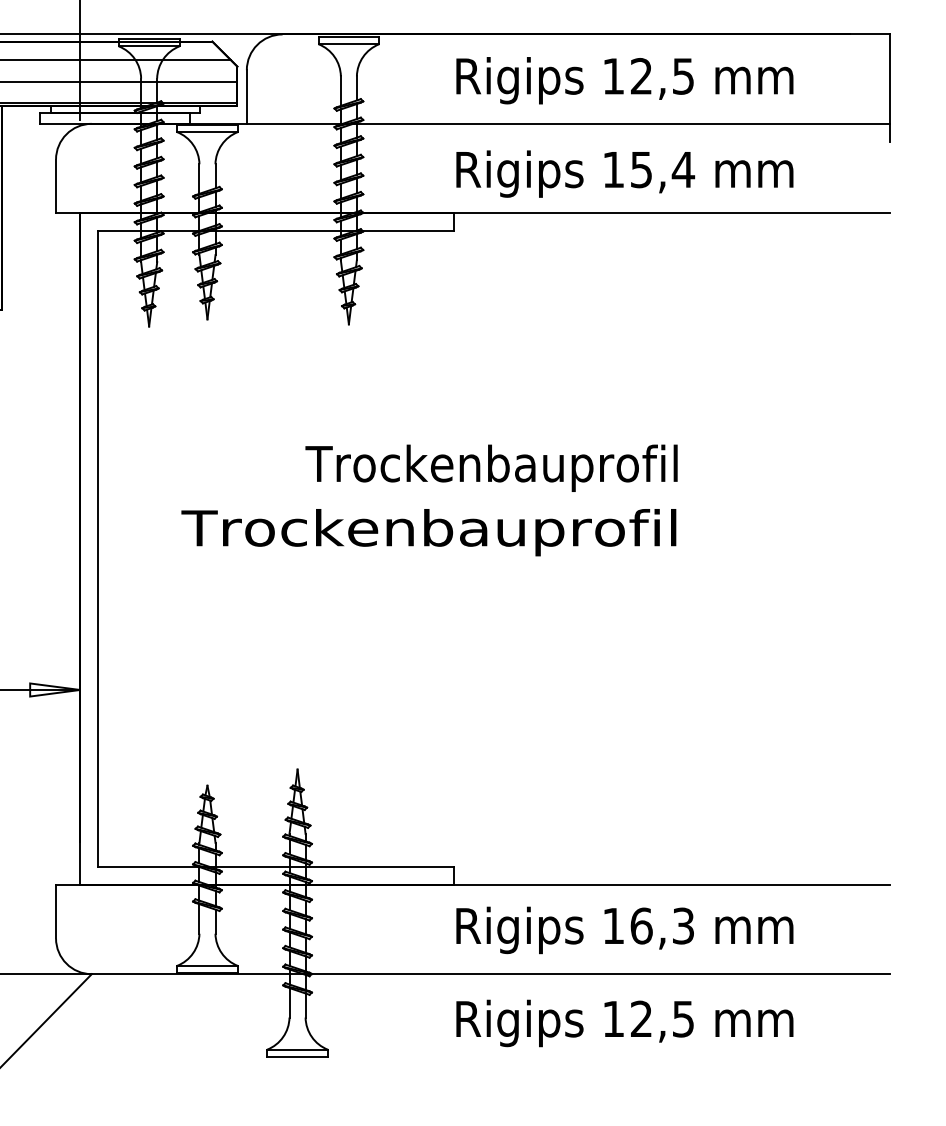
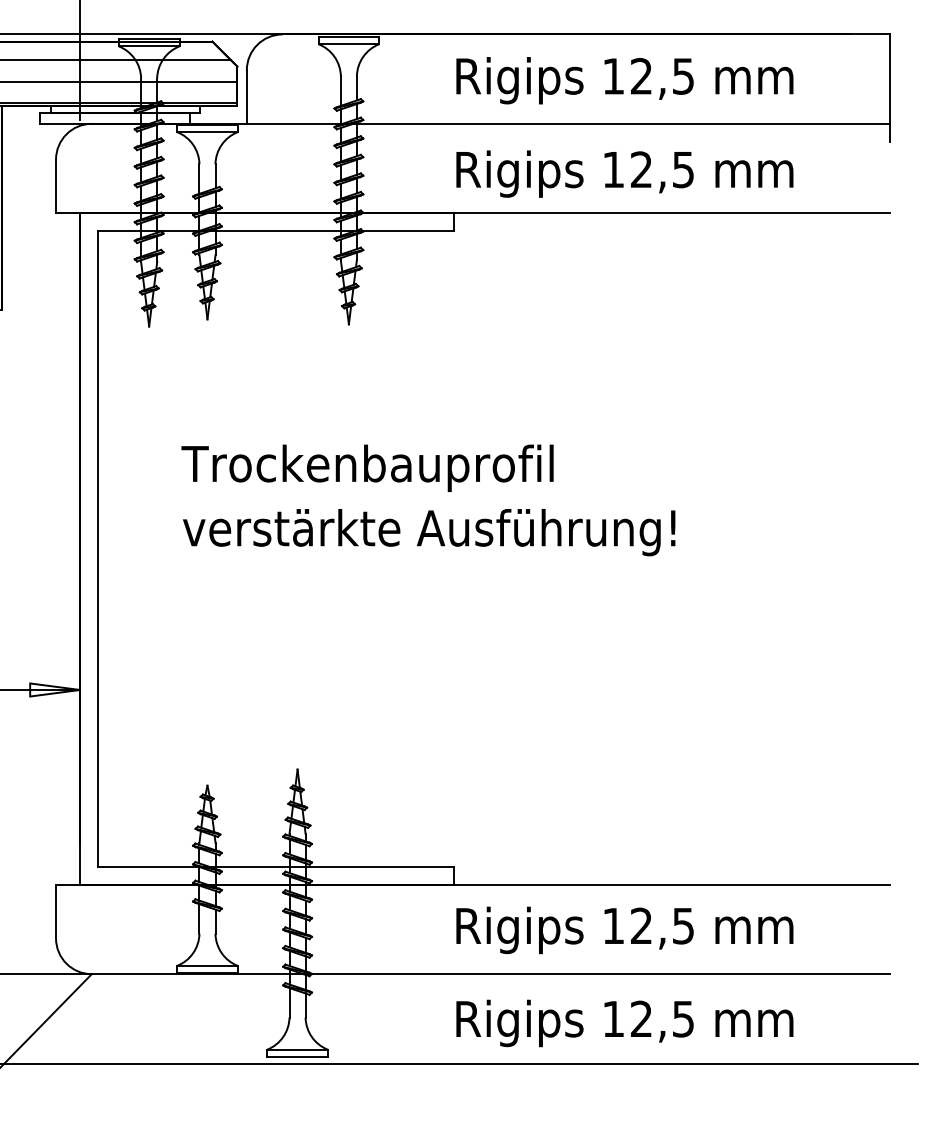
text at (663, 169): 15,4 -> 12,5
text at (491, 467) position: (491, 467) -> (367, 467)
text at (428, 532): Trockenbauprofil -> verstärkte Ausführung!
text at (661, 925): 16,3 -> 12,5
line at (459, 1063): none -> present
